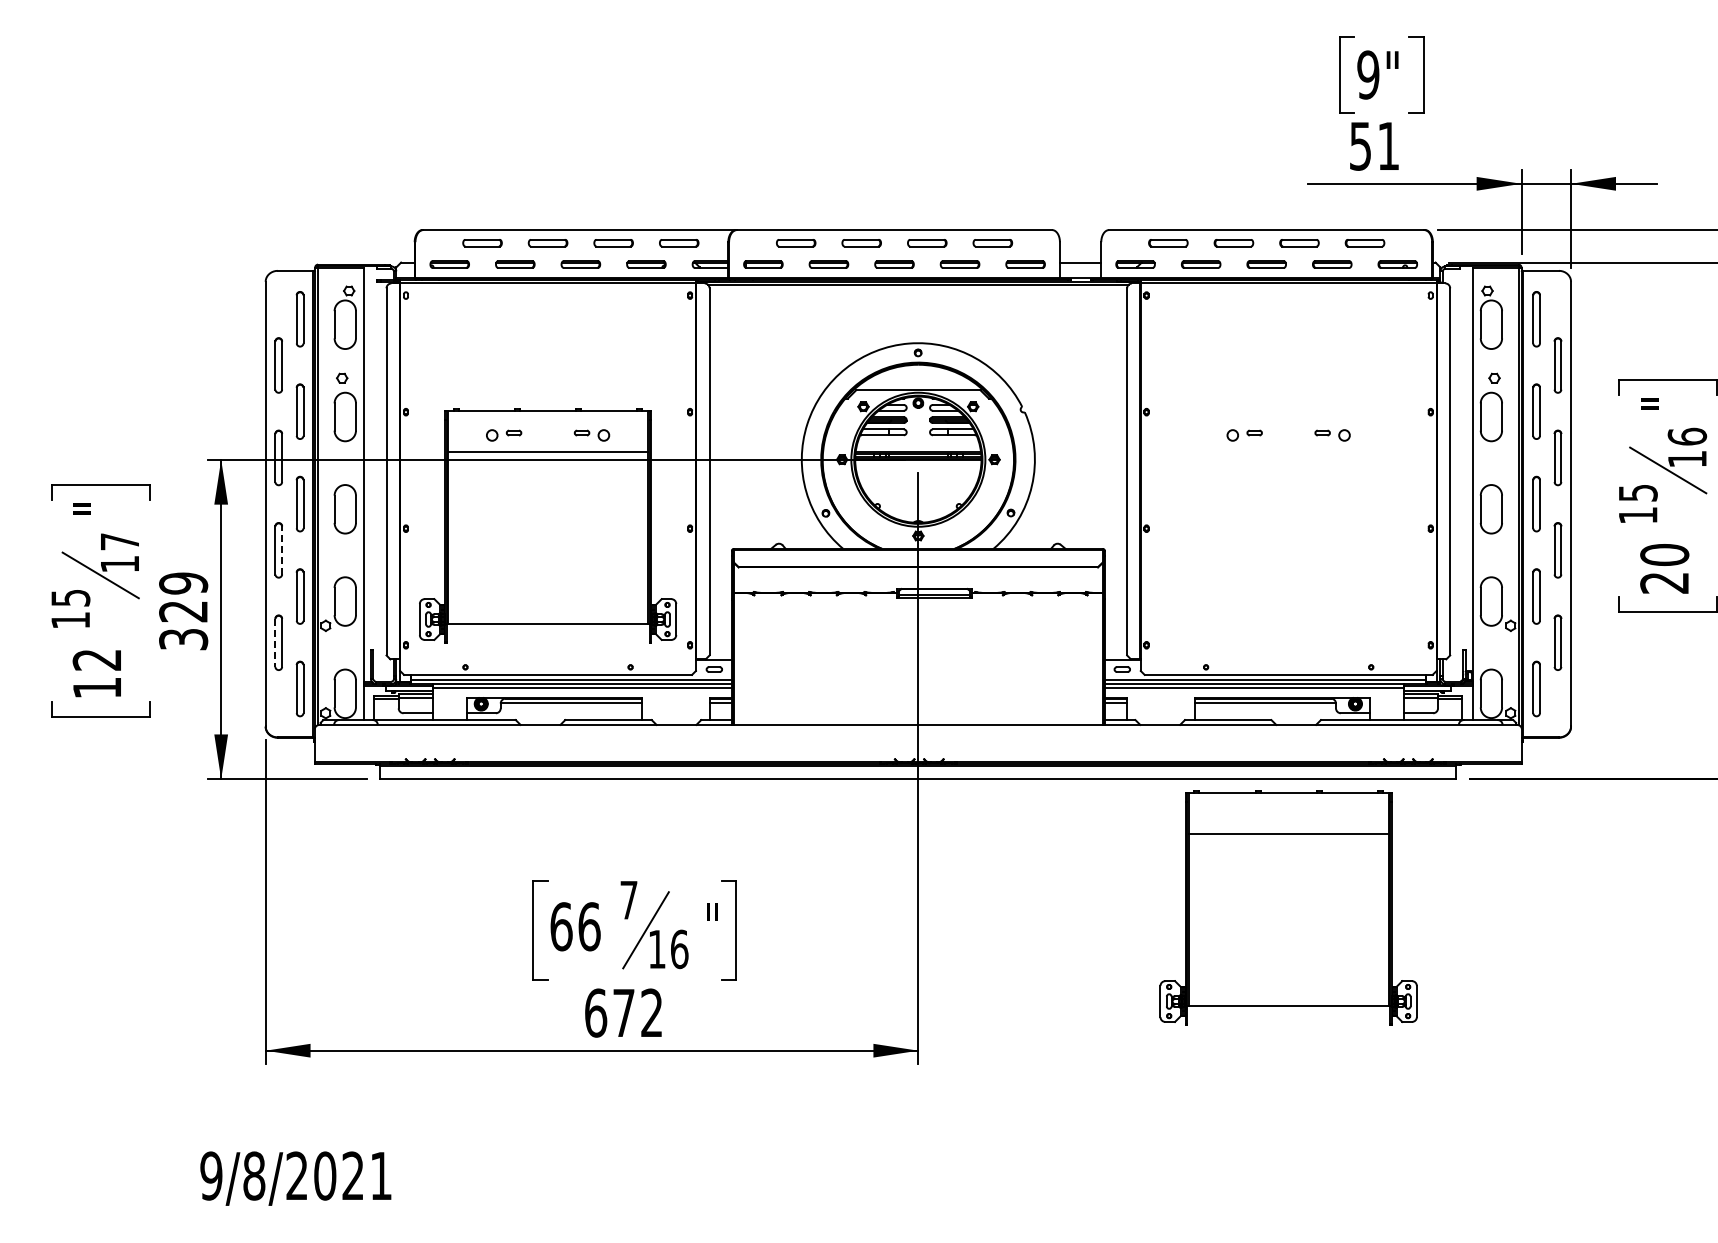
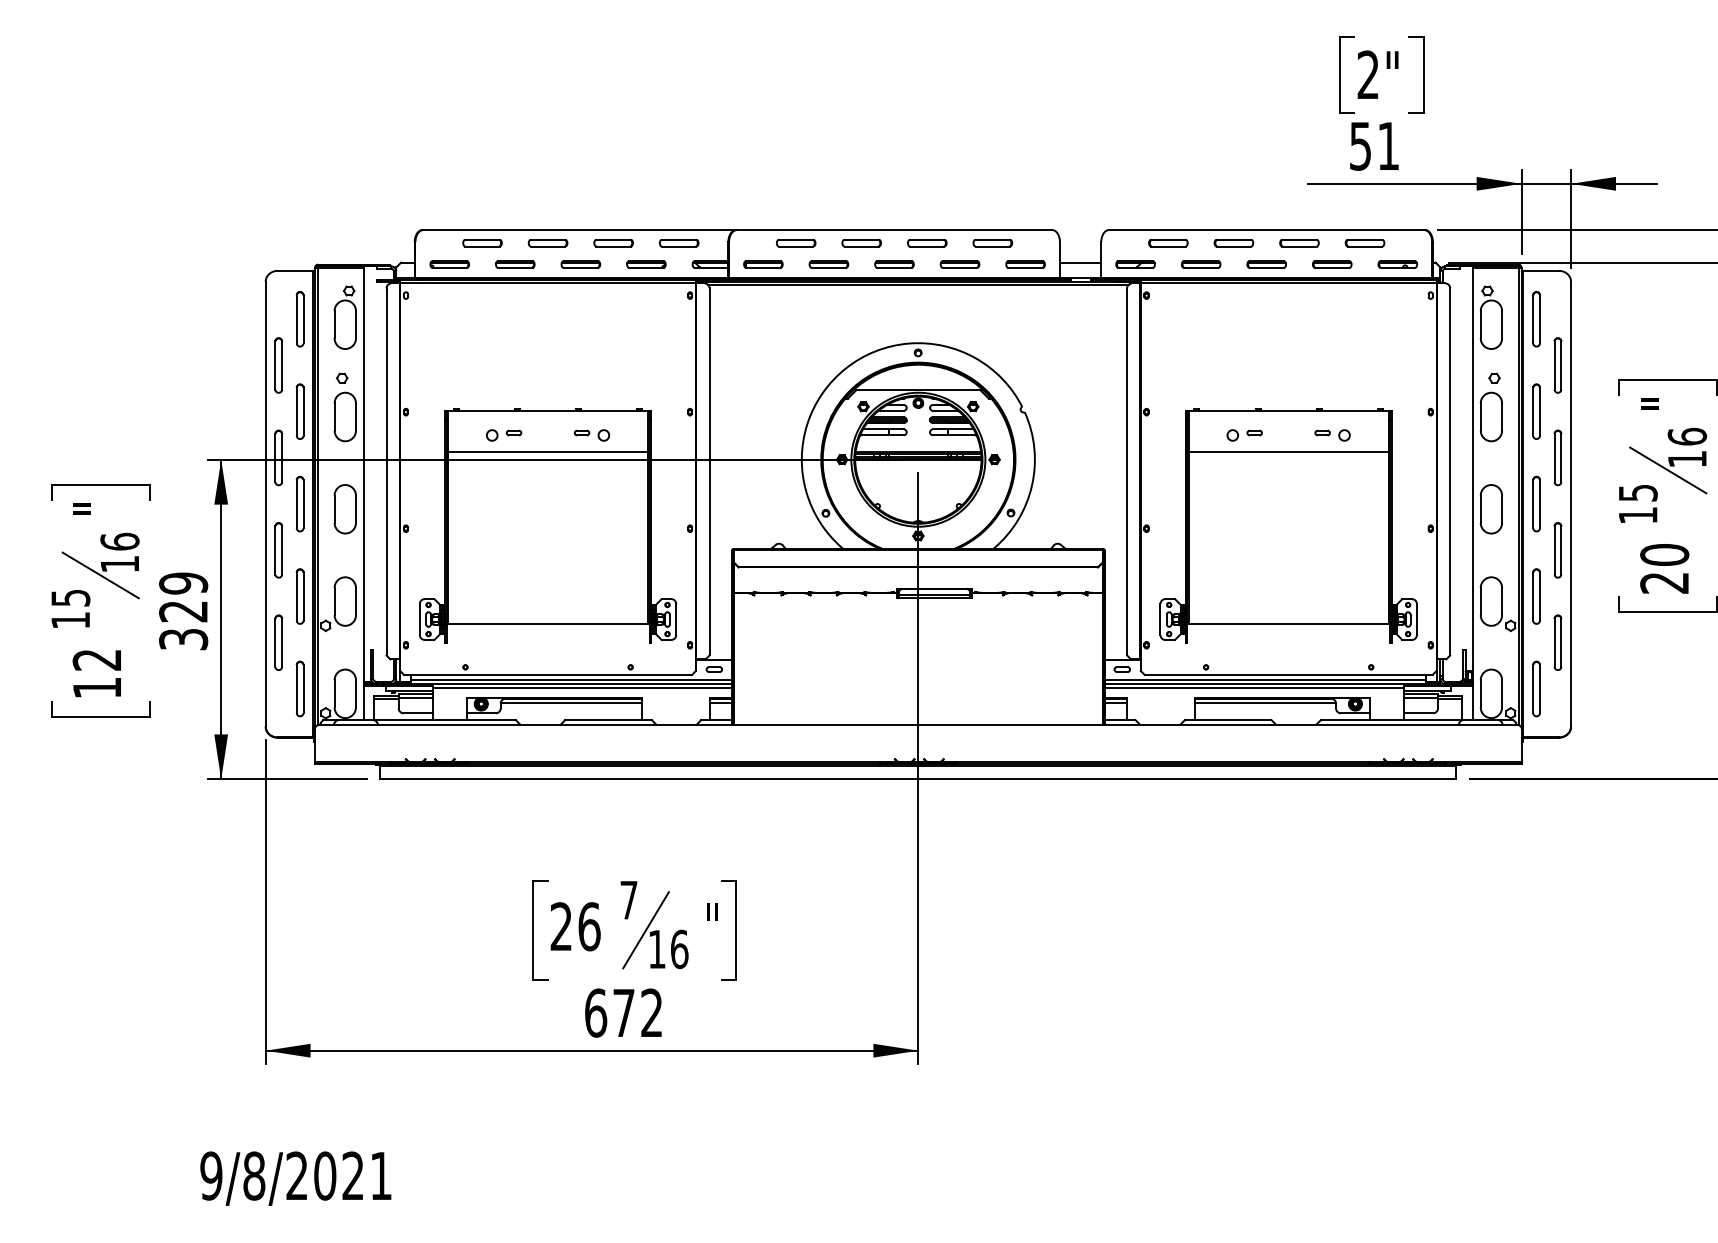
text at (1368, 74): 9" -> 2"
text at (119, 541): 17 -> 16
line at (282, 549): dashed -> solid
line at (275, 643): dashed -> solid
part at (1288, 907) position: (1288, 907) -> (1288, 525)
text at (561, 926): 66 -> 26
